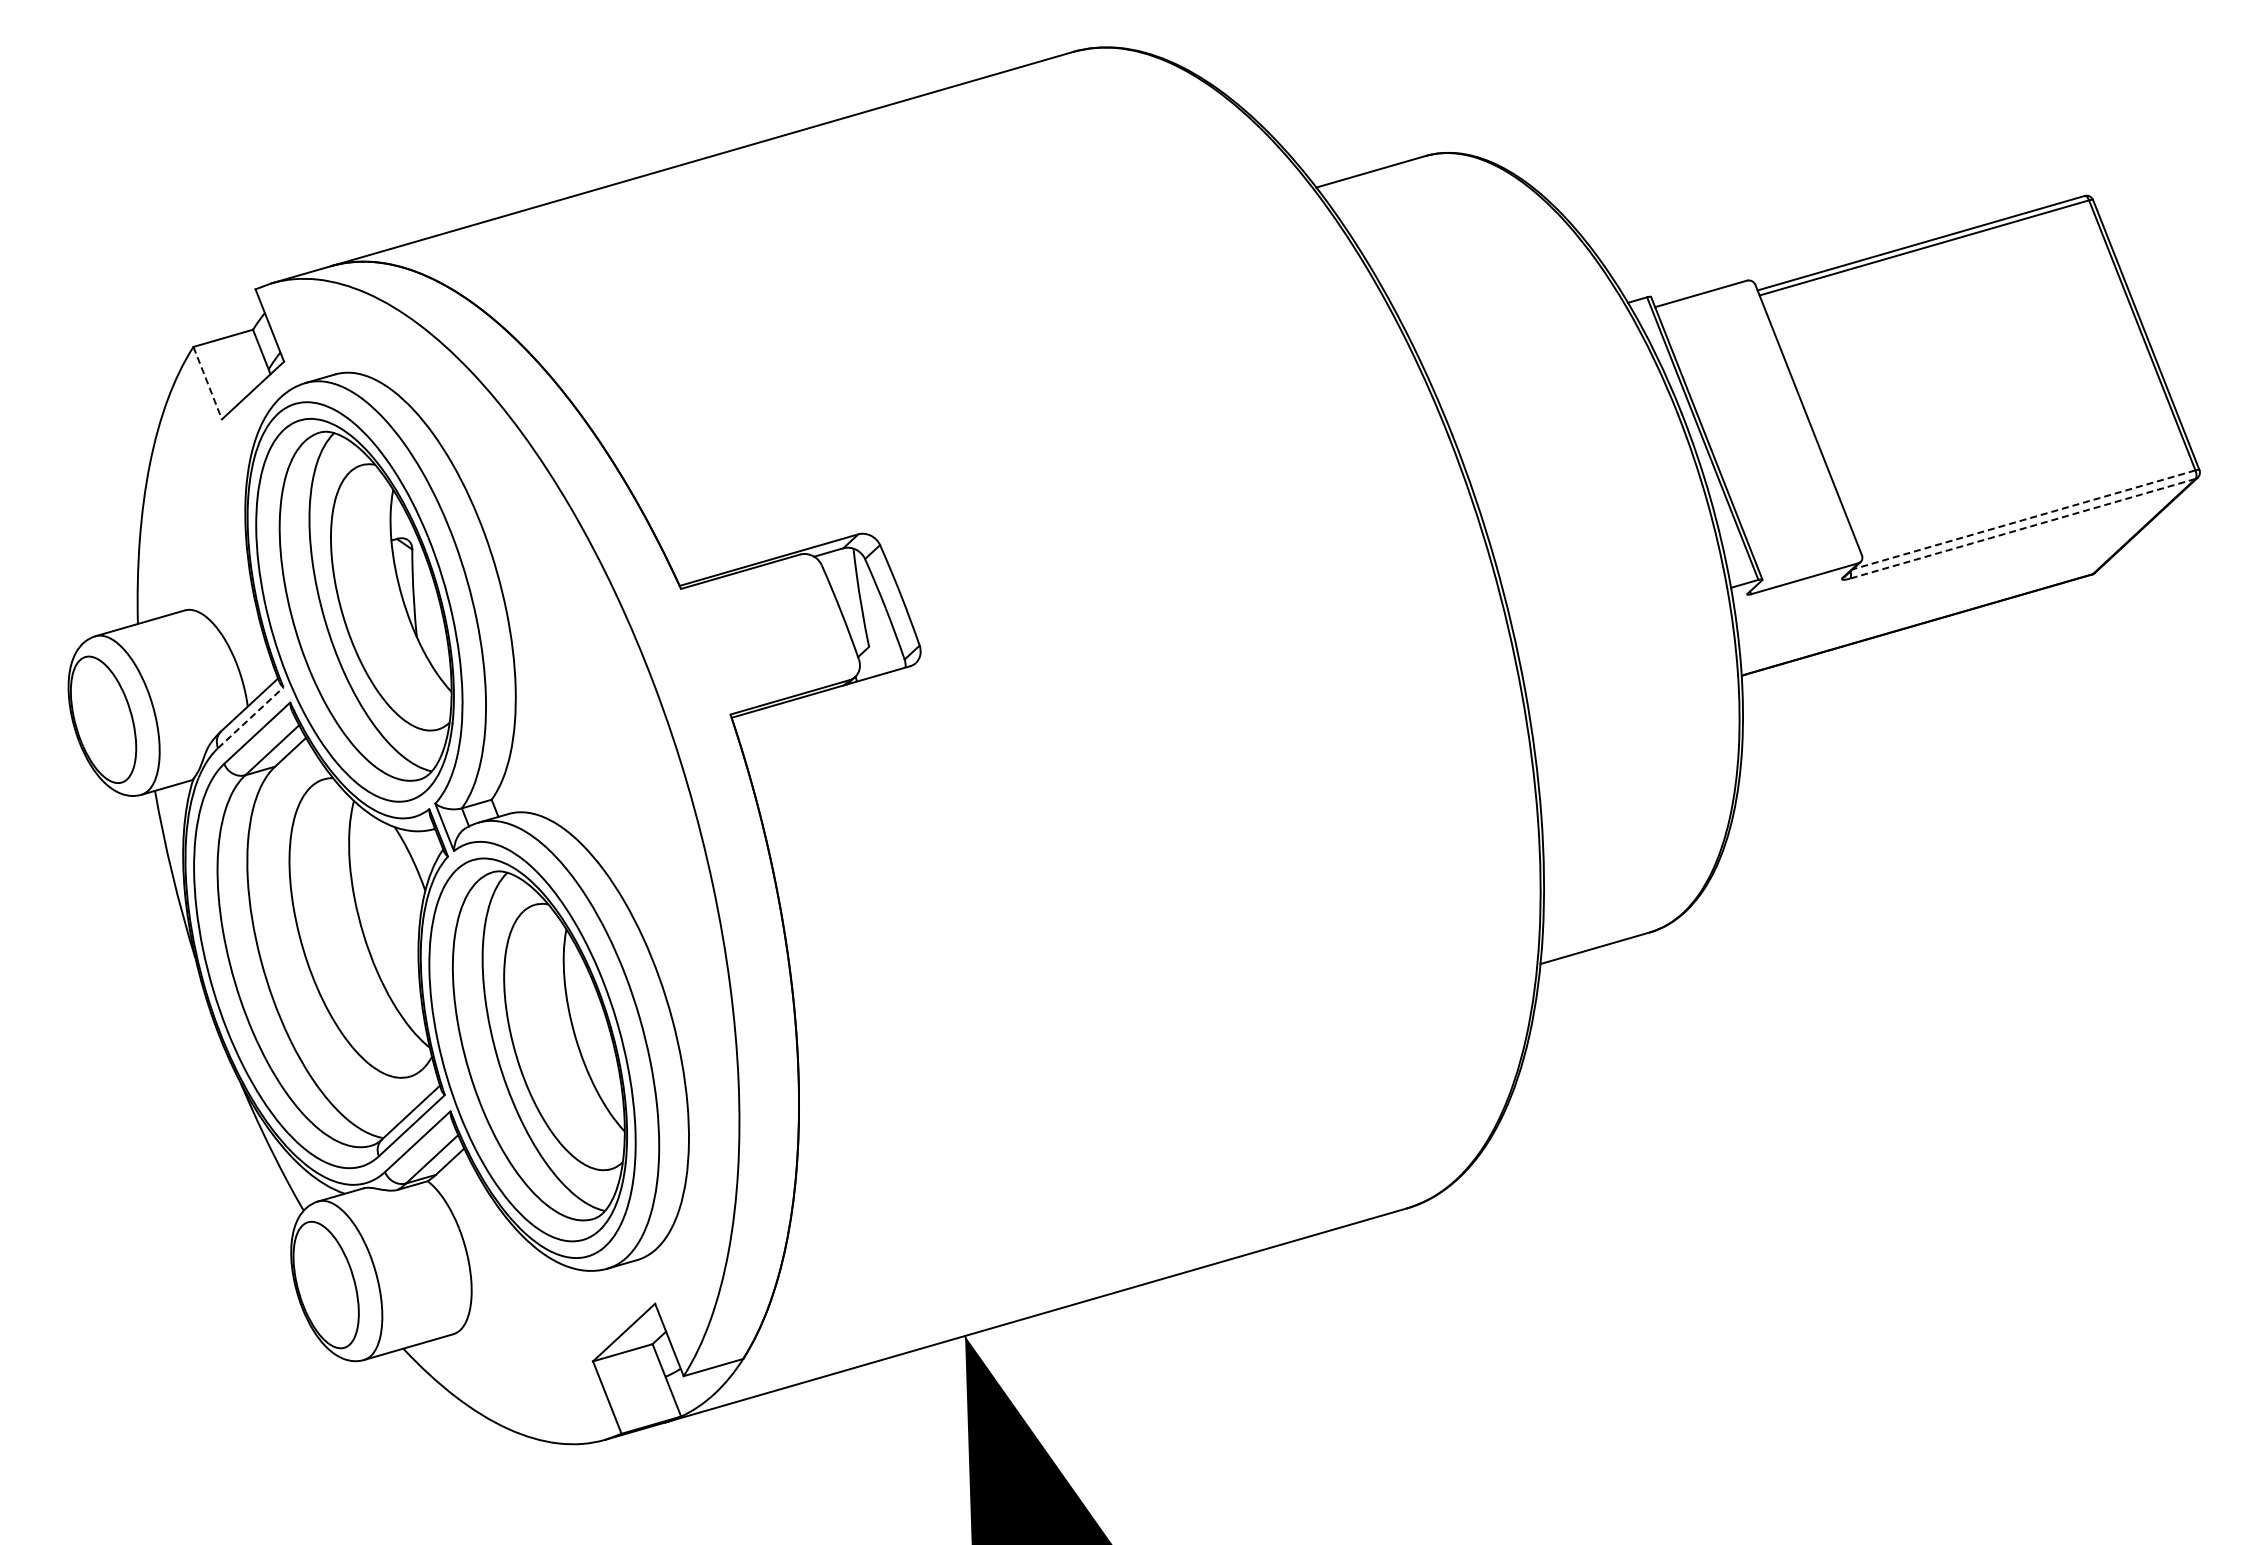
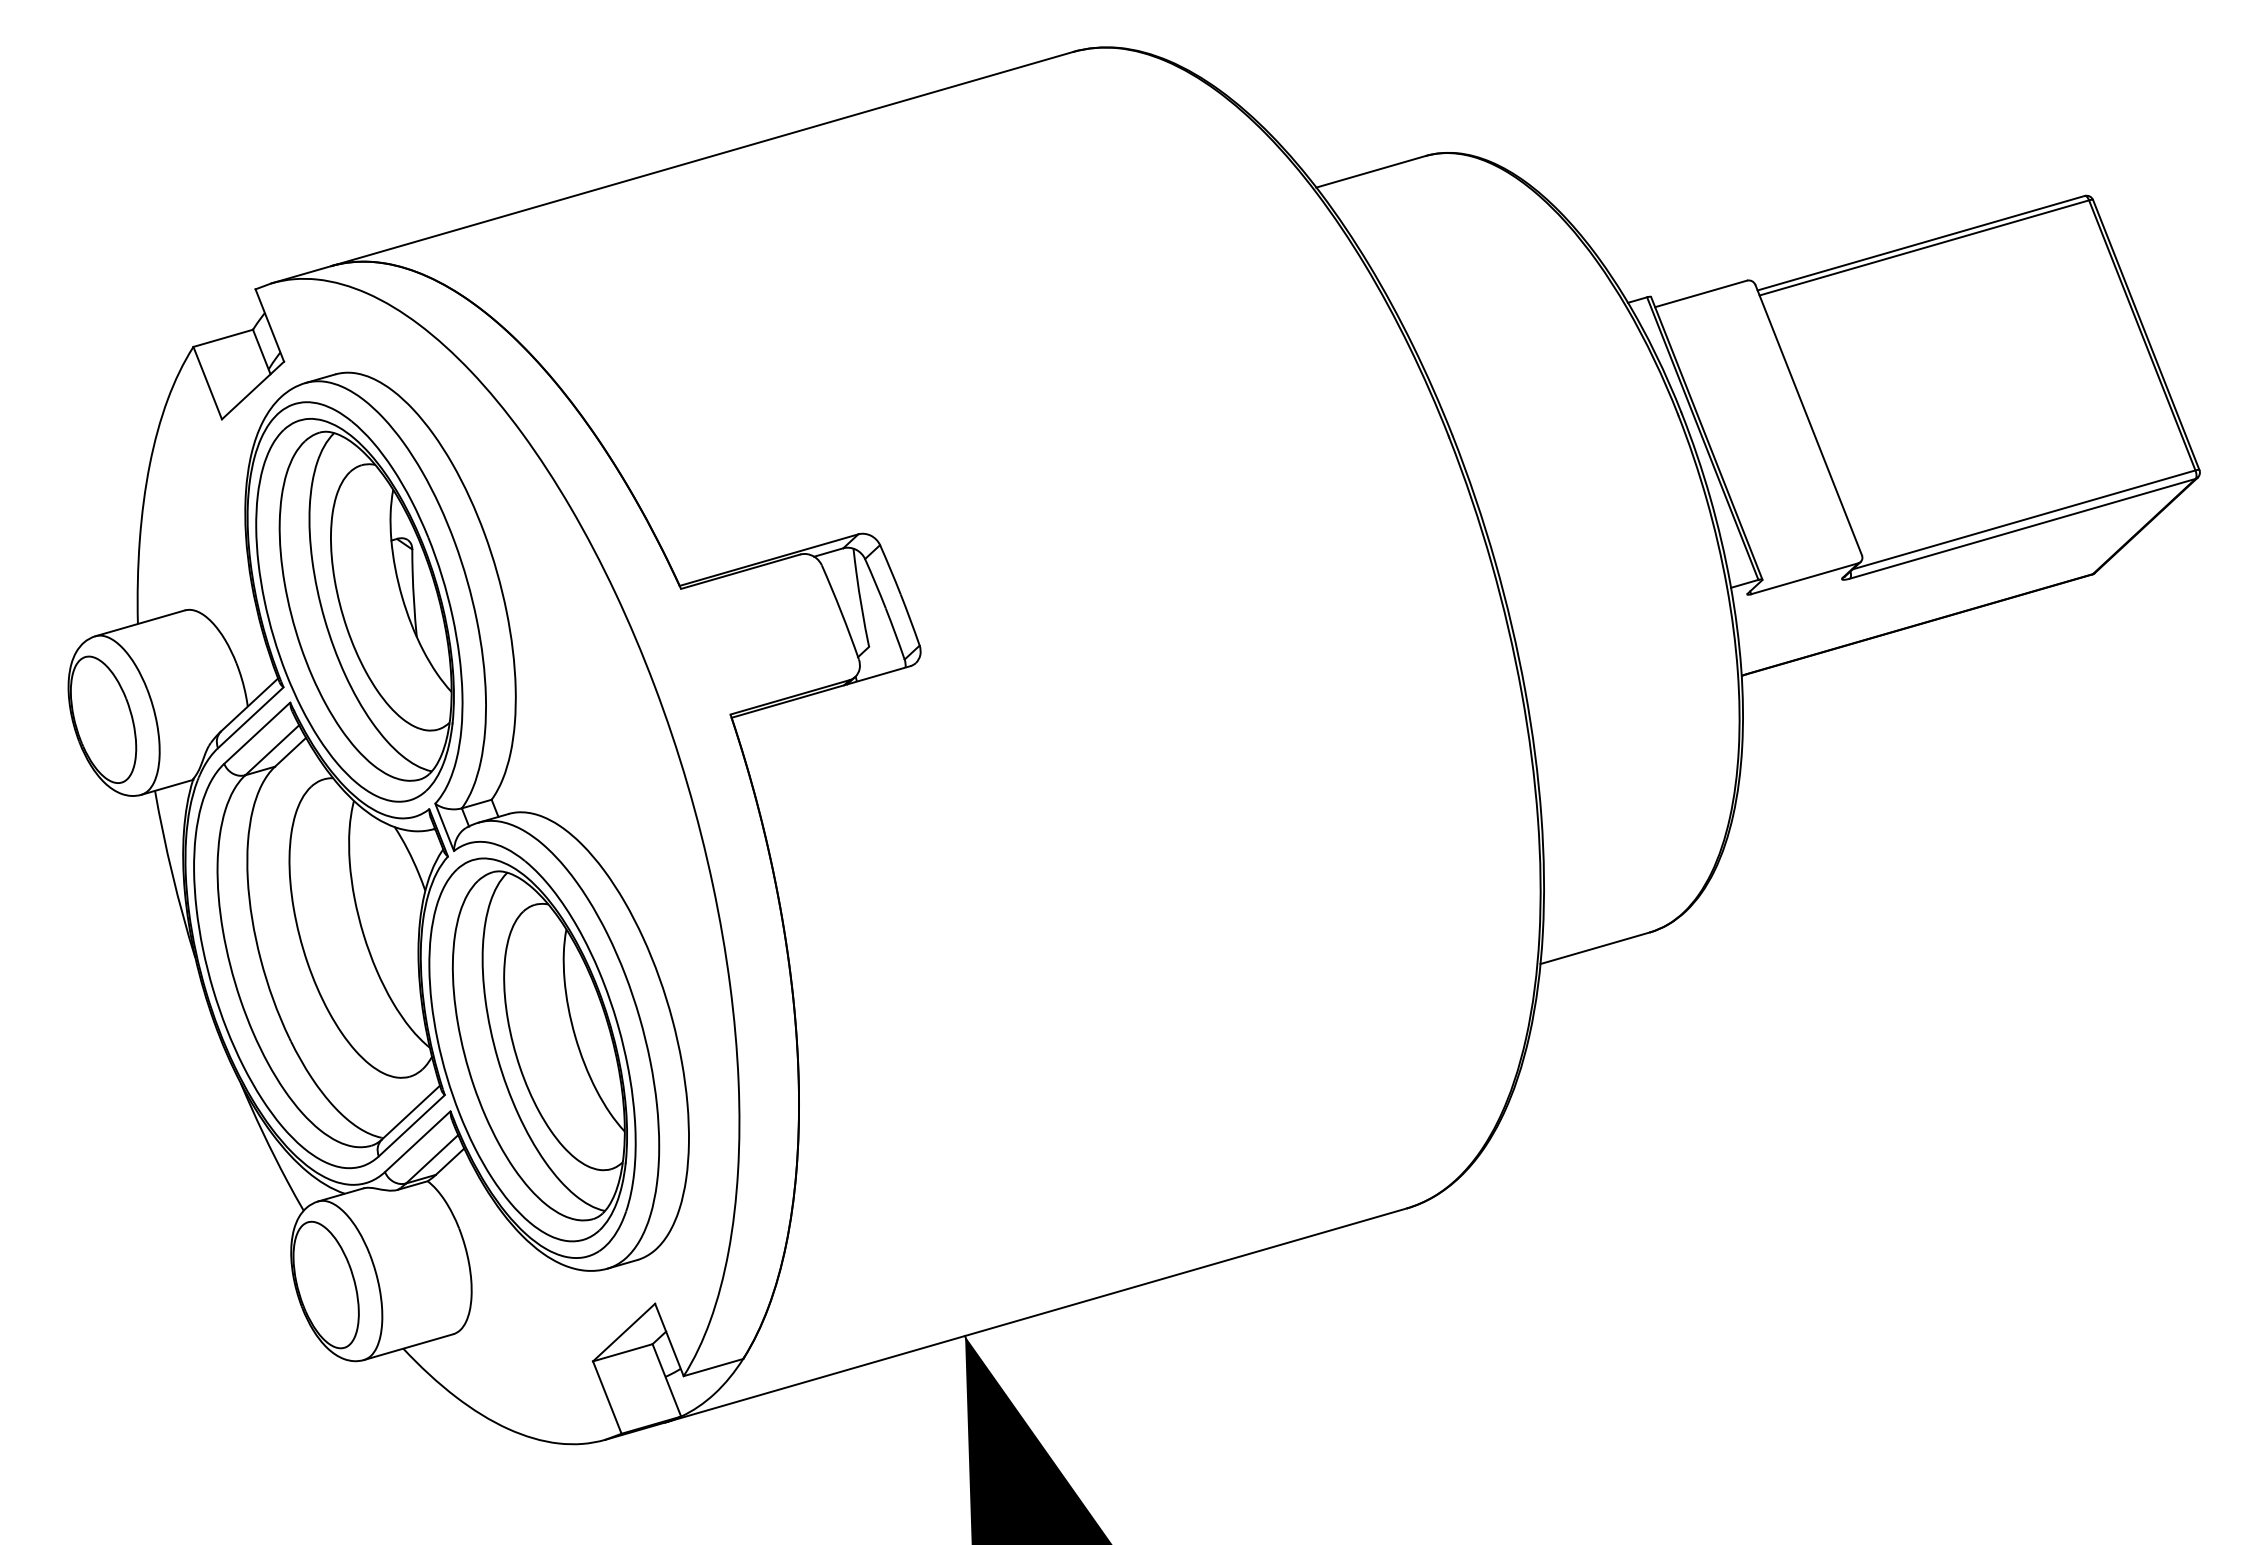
line at (207, 383): dashed -> solid
line at (2023, 520): dashed -> solid
line at (2022, 528): dashed -> solid
line at (250, 717): dashed -> solid
